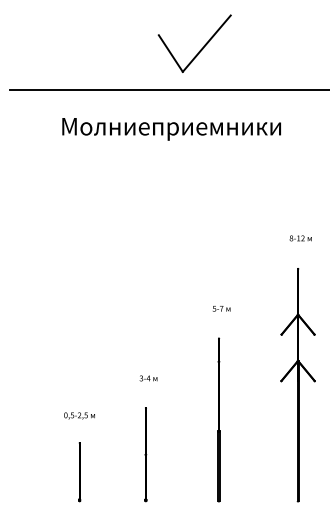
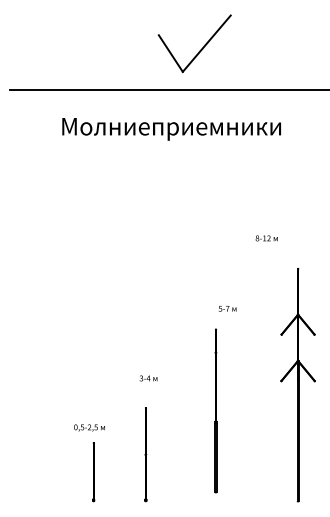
text at (300, 238) position: (300, 238) -> (266, 238)
text at (221, 308) position: (221, 308) -> (227, 308)
text at (79, 415) position: (79, 415) -> (89, 427)
line at (218, 419) position: (218, 419) -> (215, 410)
part at (79, 472) position: (79, 472) -> (93, 472)
